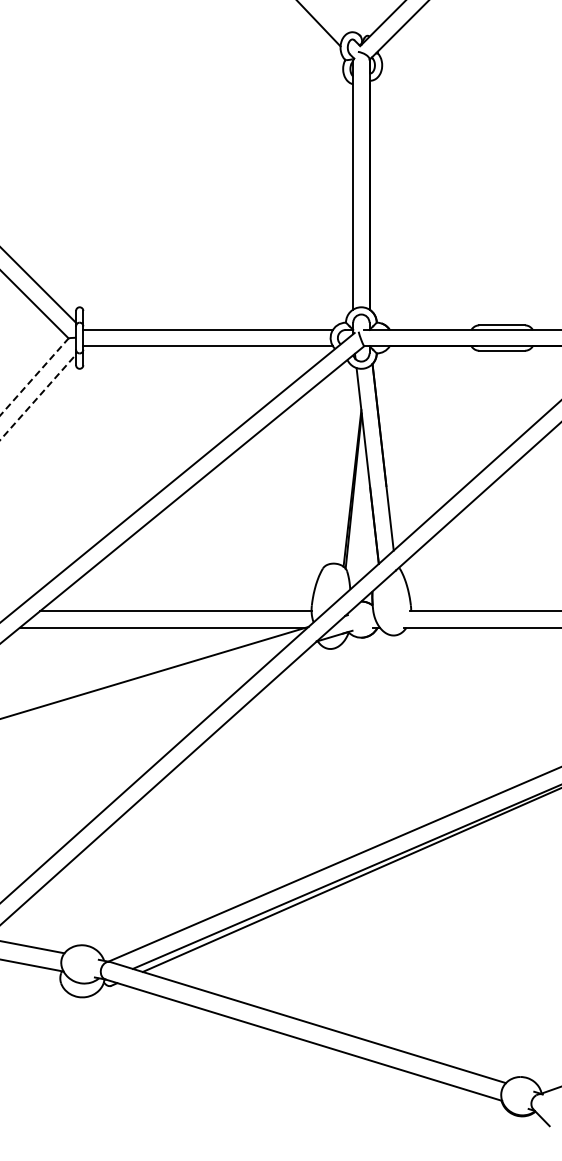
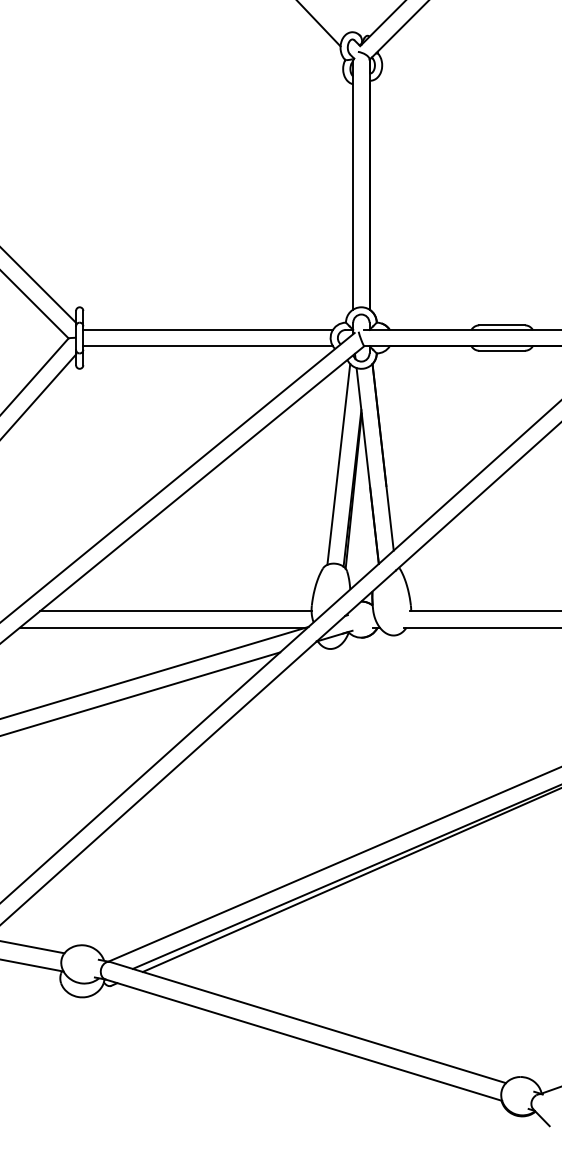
line at (34, 376): dashed -> solid
line at (38, 397): dashed -> solid
line at (338, 464): none -> present
line at (141, 693): none -> present
